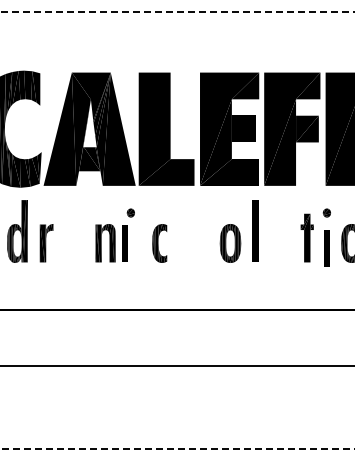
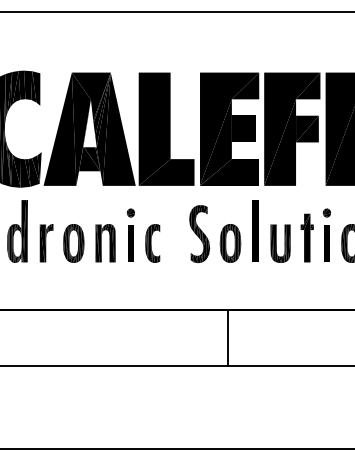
line at (177, 12): dashed -> solid
part at (199, 234): none -> present
part at (73, 243): none -> present
part at (124, 243) position: (124, 243) -> (130, 243)
part at (159, 243) position: (159, 243) -> (152, 243)
part at (280, 243): none -> present
part at (326, 248) position: (326, 248) -> (326, 243)
line at (227, 337): none -> present
line at (177, 448): dashed -> solid
